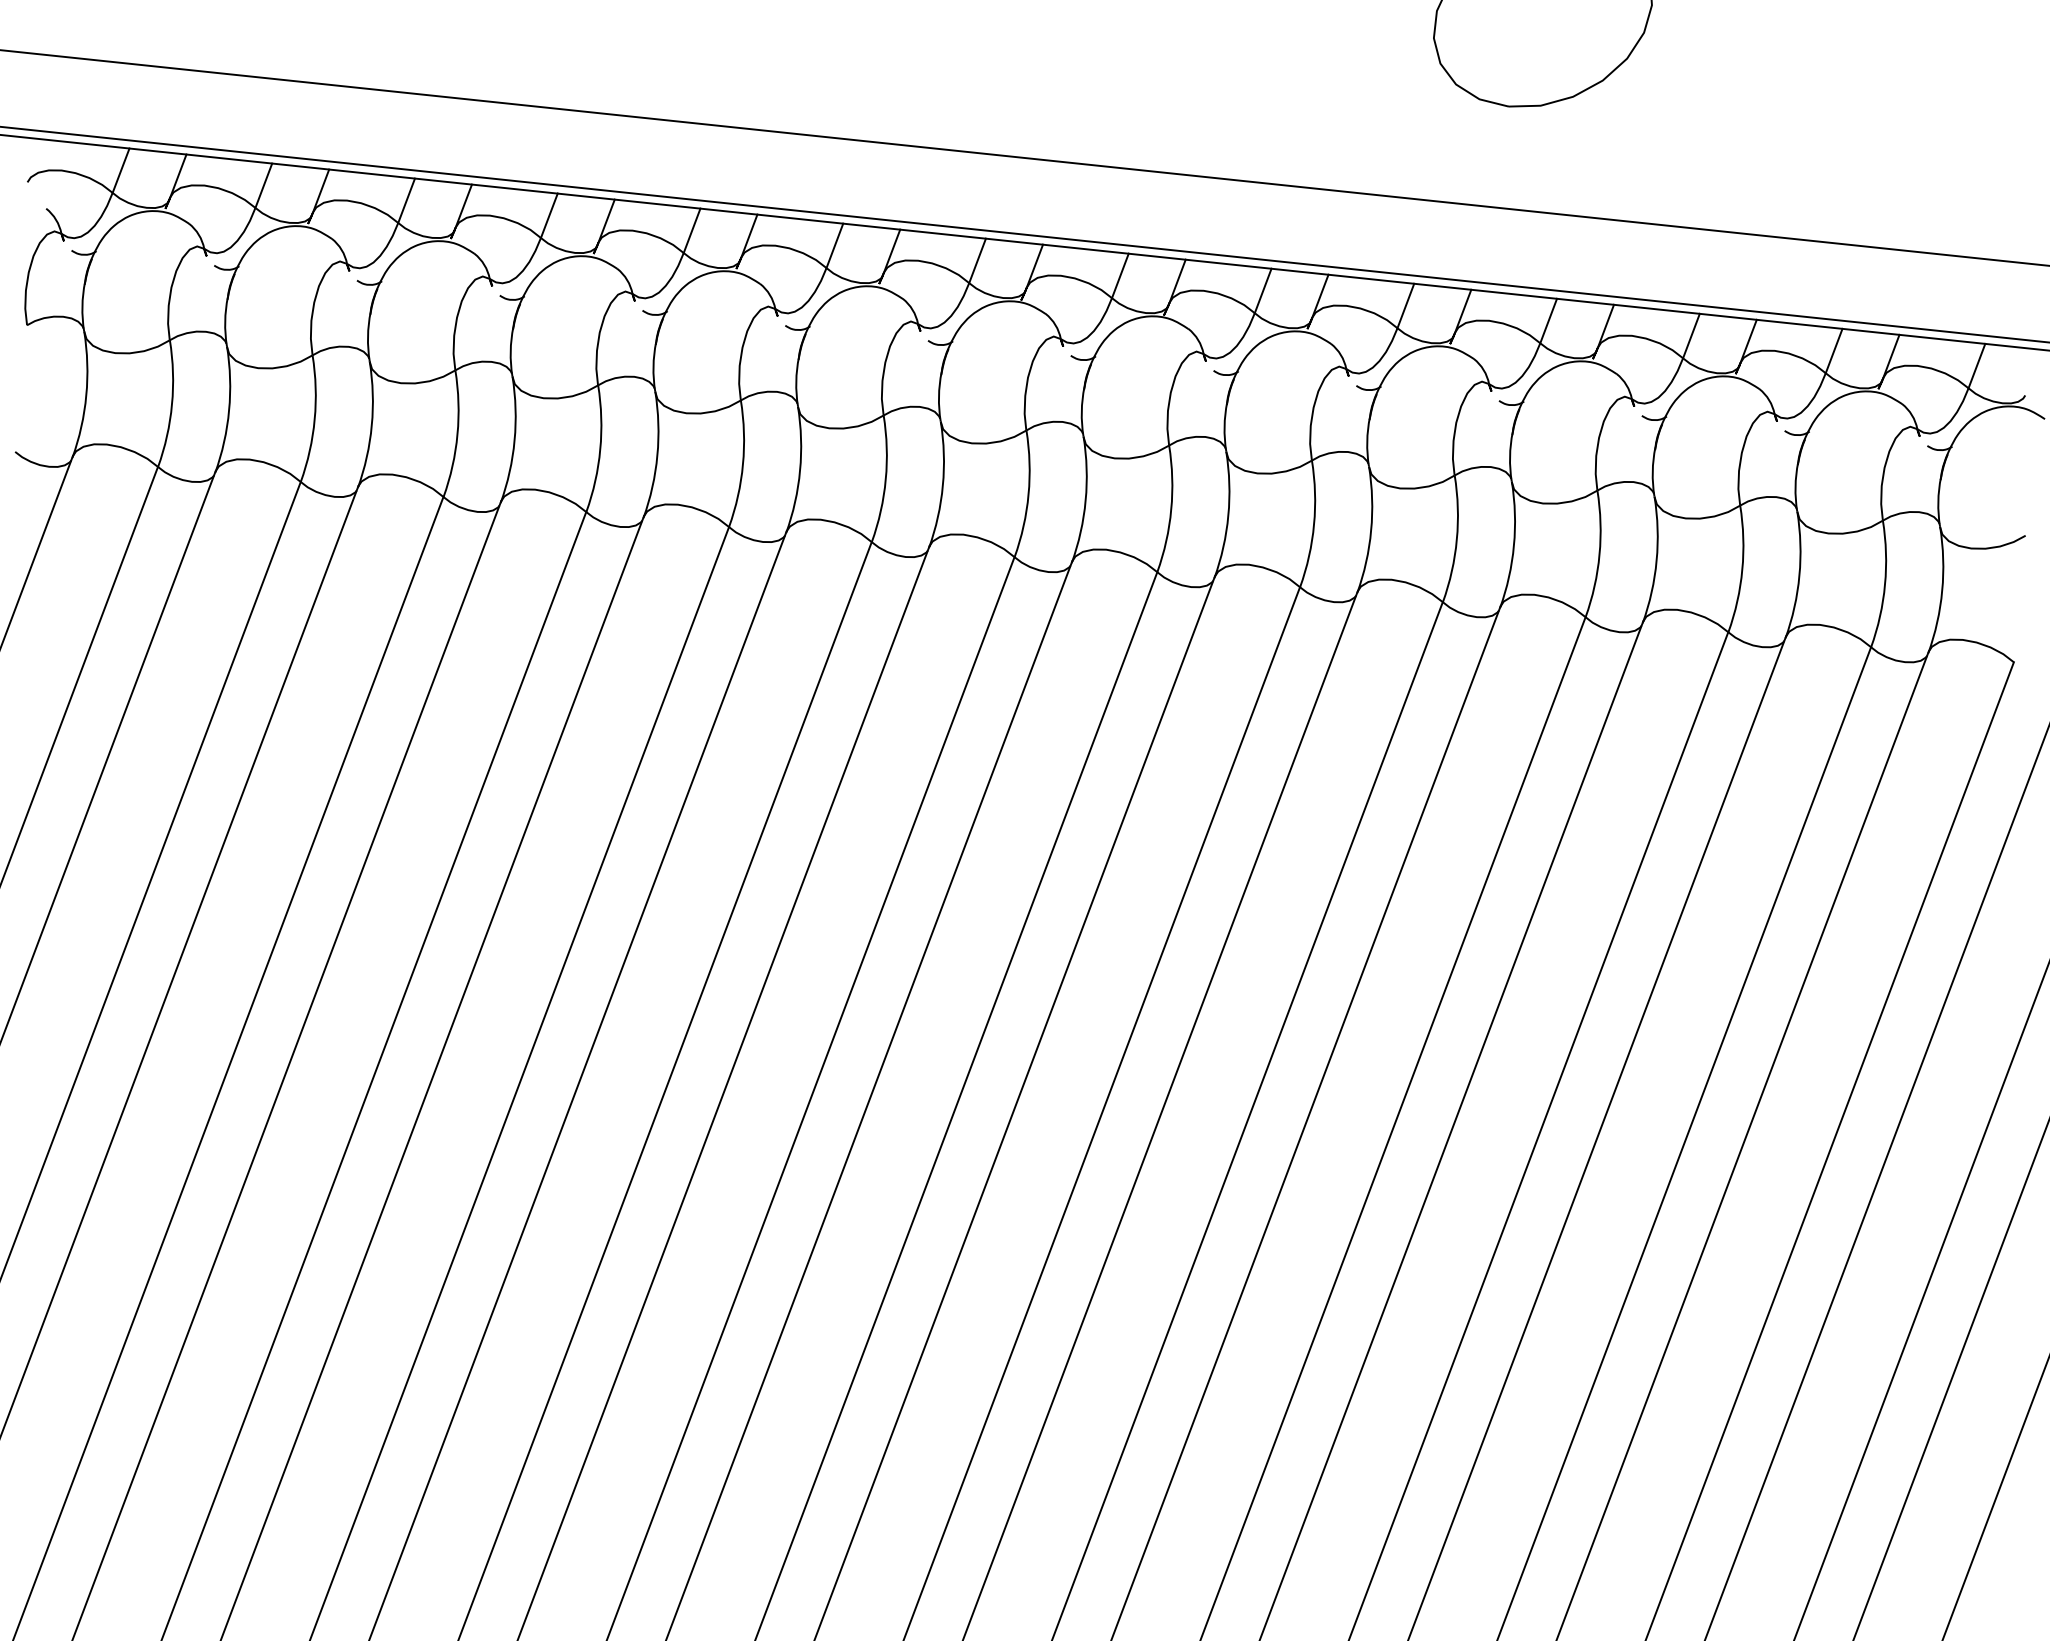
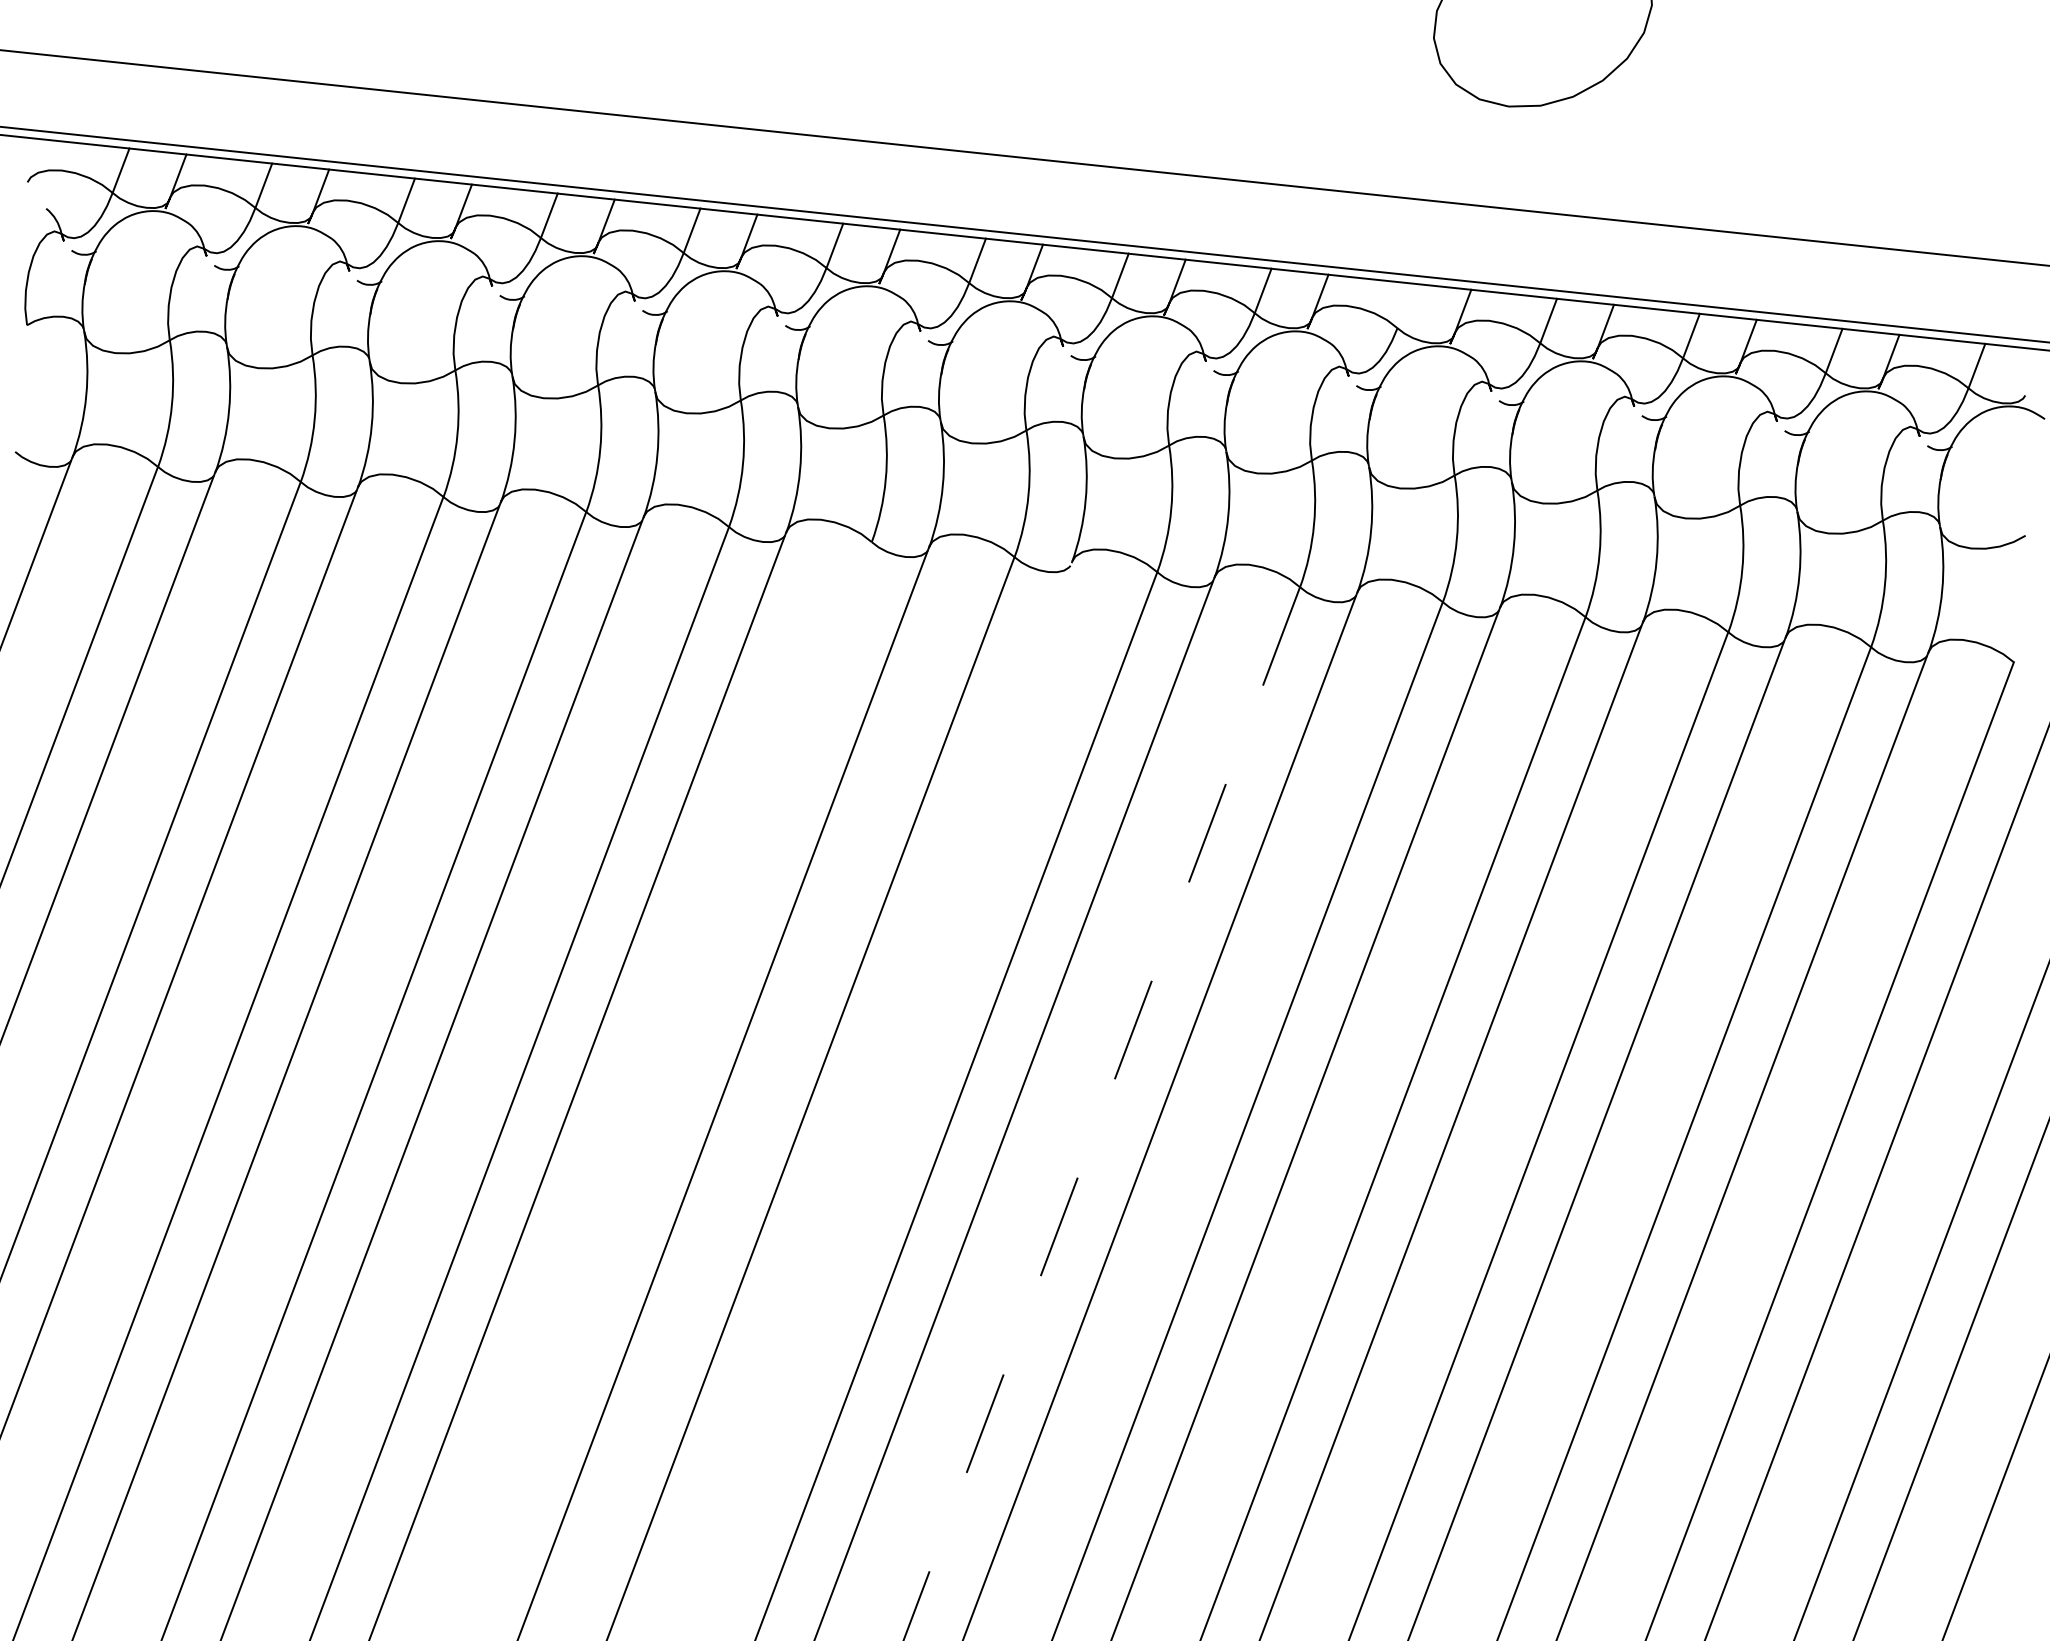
line at (1405, 305): present -> none
line at (665, 1089): present -> none
line at (869, 1099): present -> none
line at (1101, 1114): solid -> dashed
